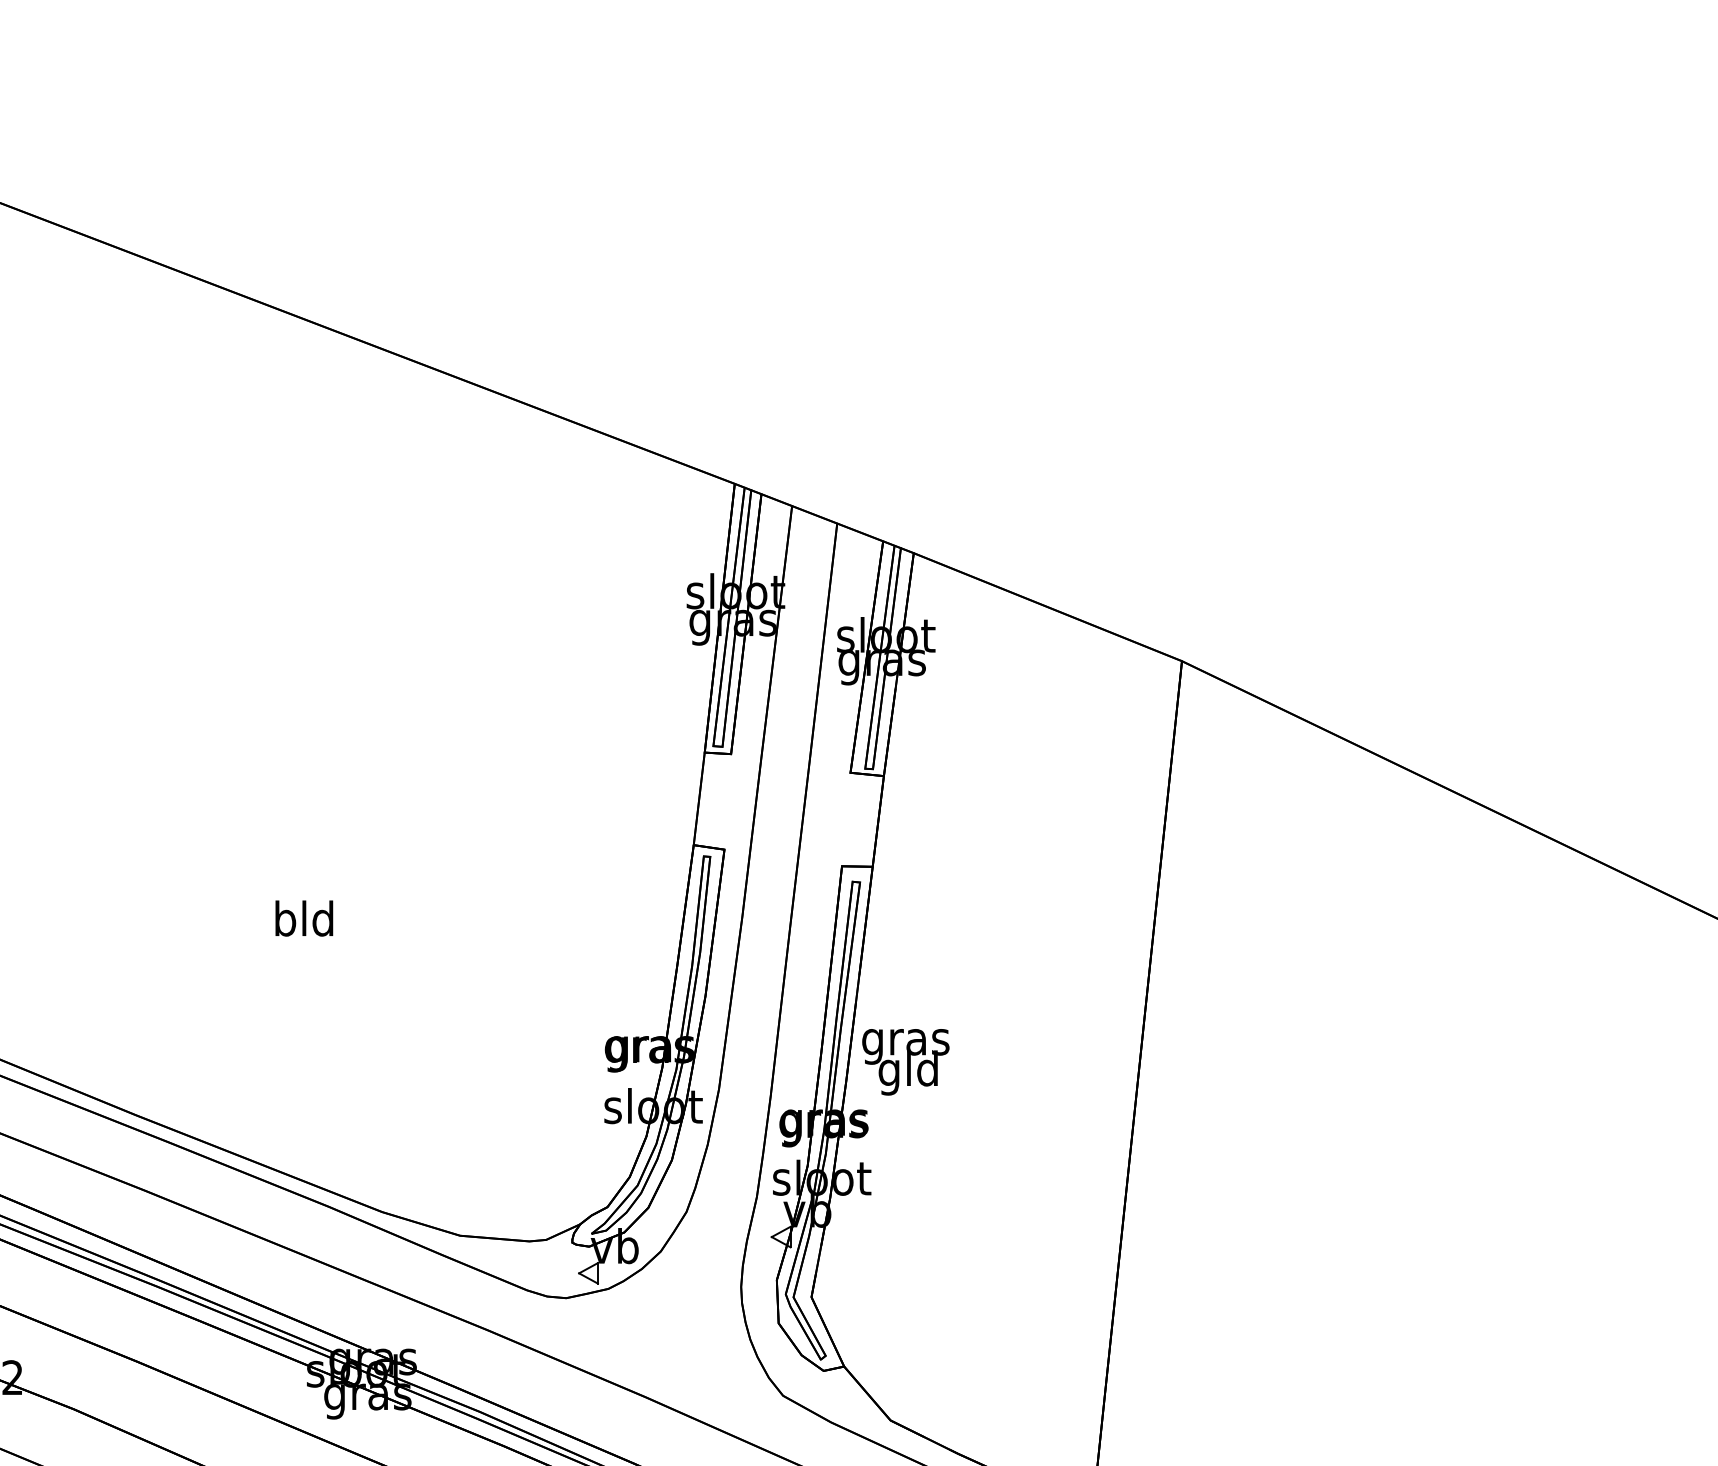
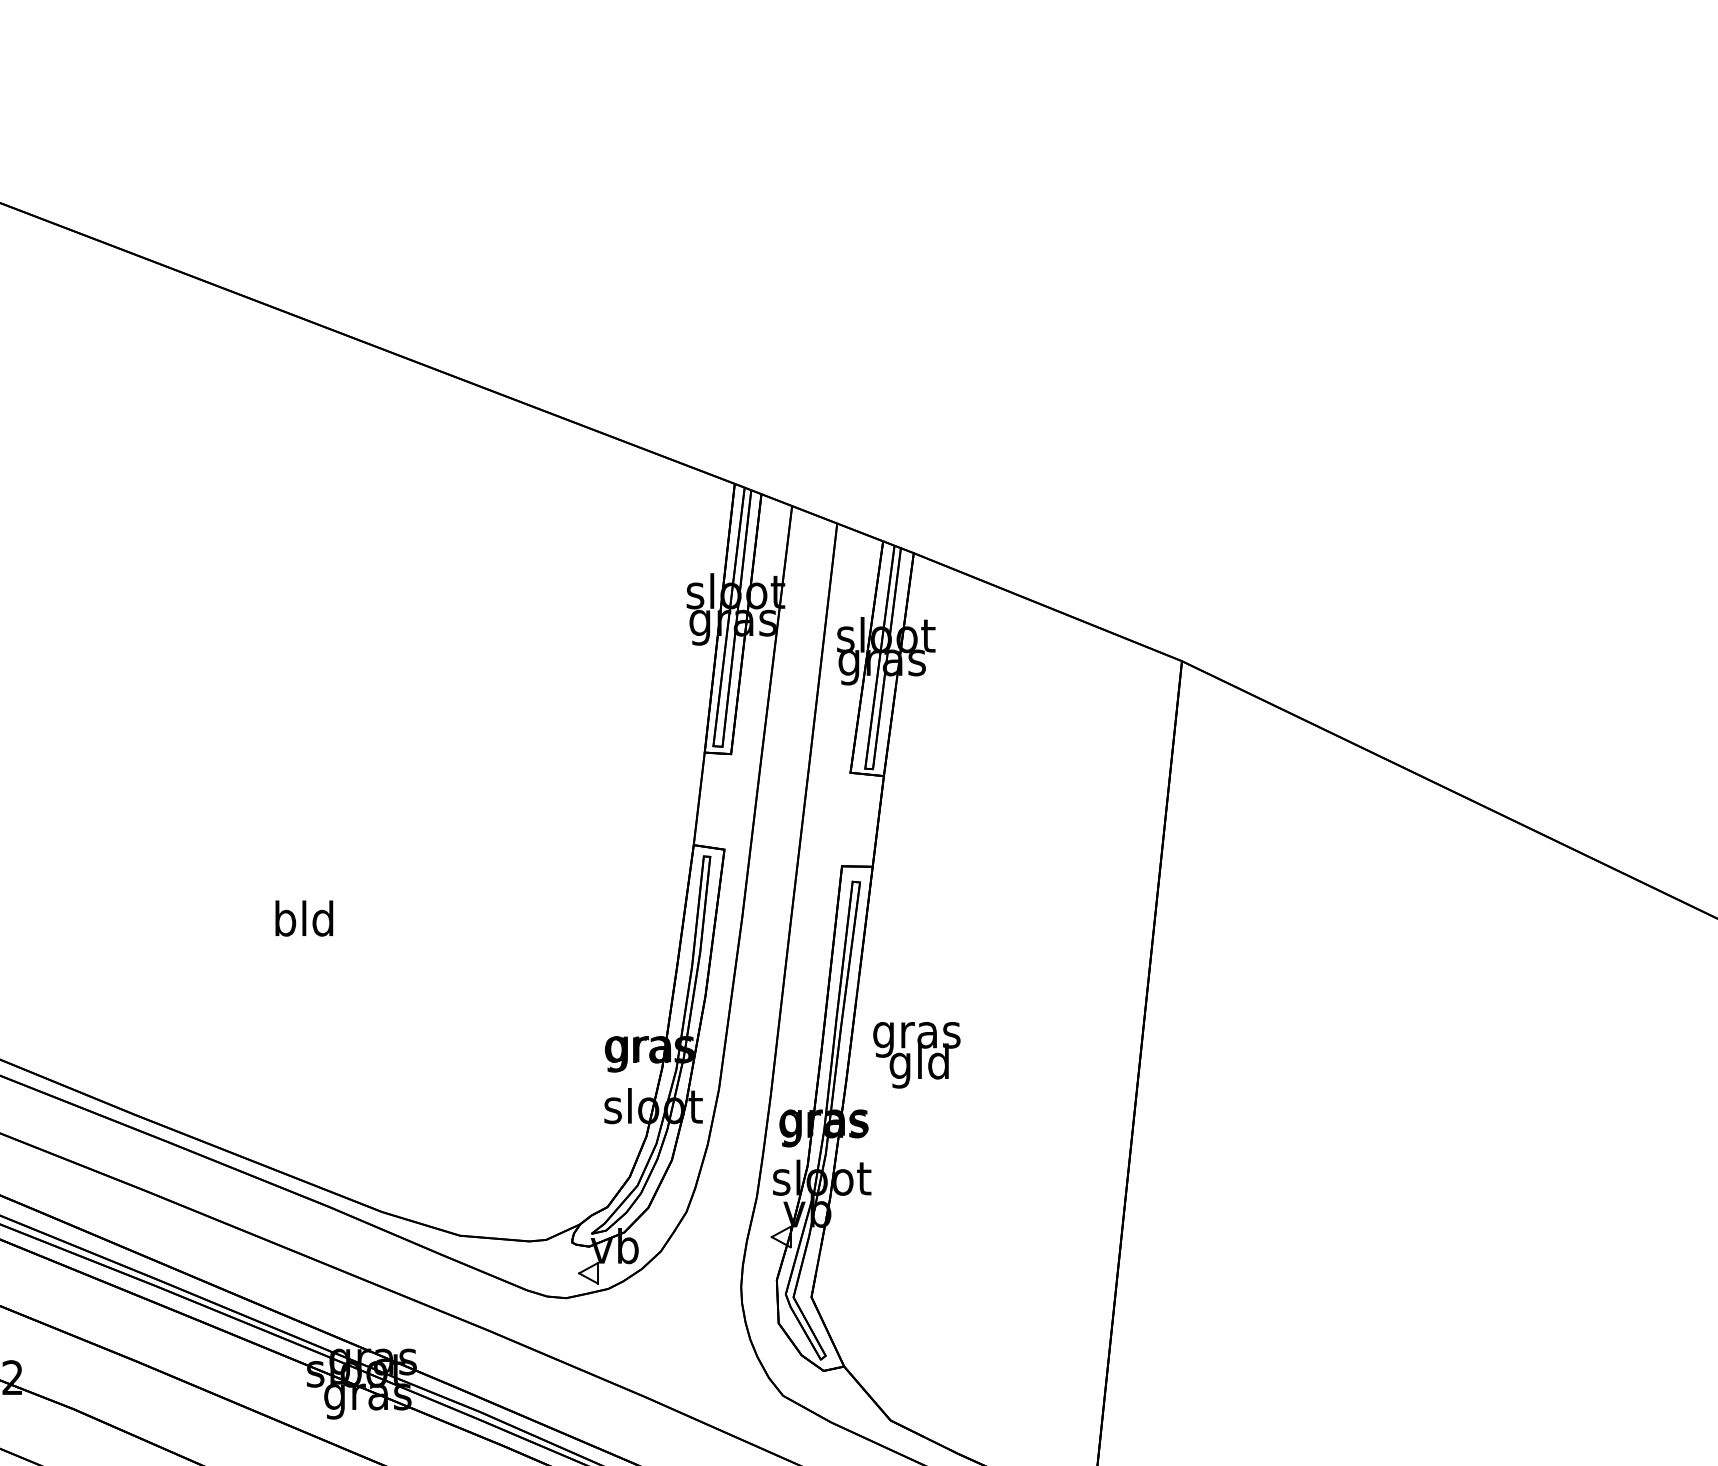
text at (905, 1062) position: (905, 1062) -> (916, 1055)
